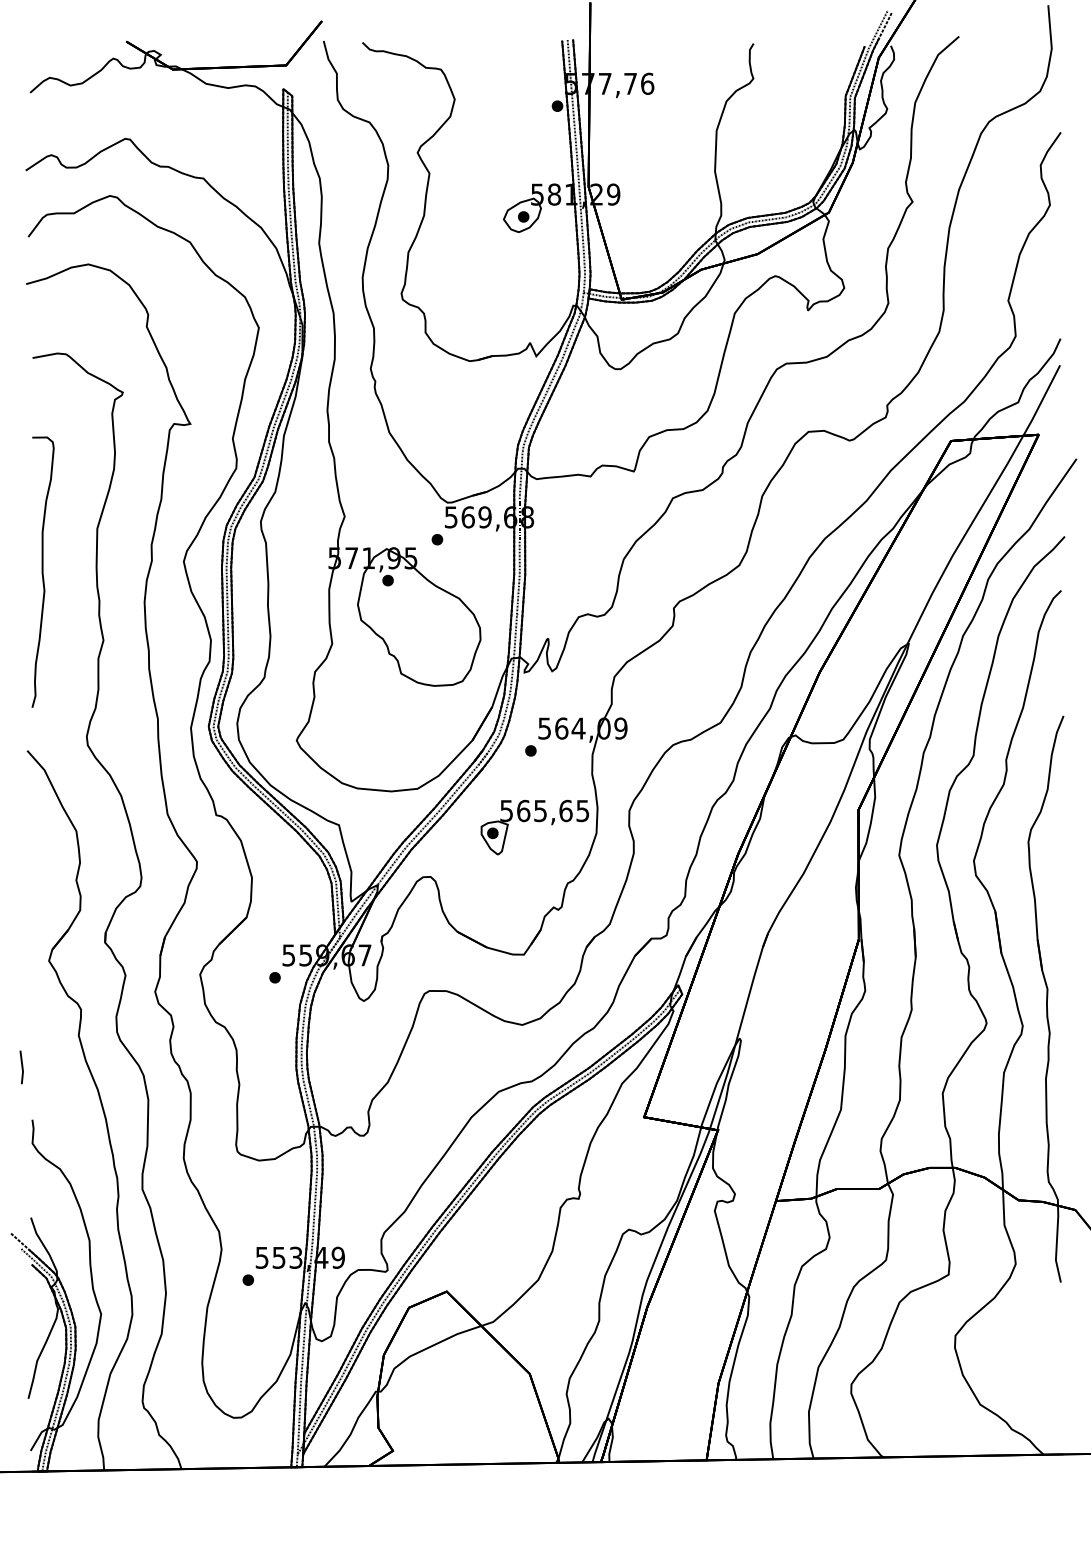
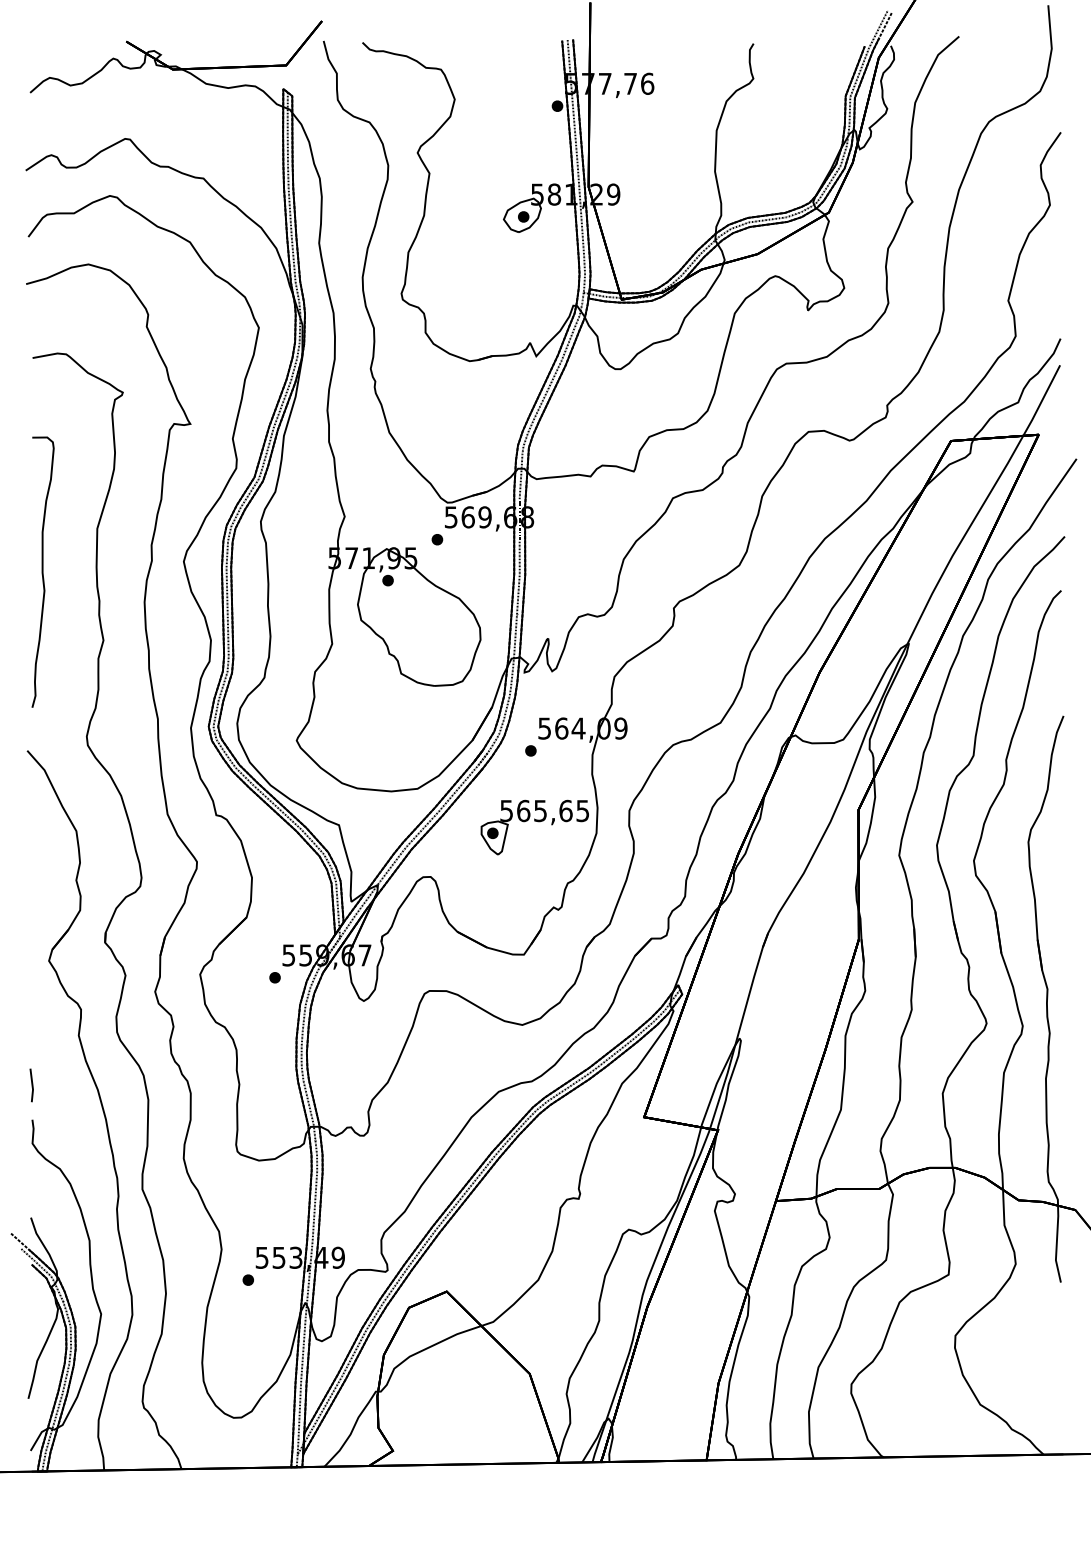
line at (21, 1067) position: (21, 1067) -> (31, 1085)
